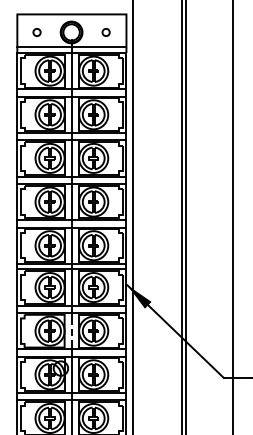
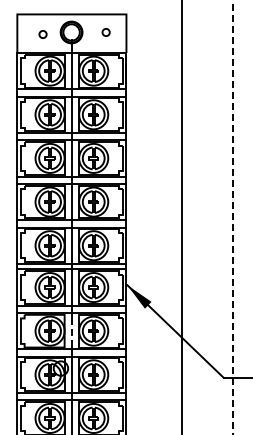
circle at (36, 32) position: (36, 32) -> (42, 34)
line at (71, 47): present -> none
line at (133, 216): present -> none
line at (186, 216): present -> none
line at (232, 217): solid -> dashed
